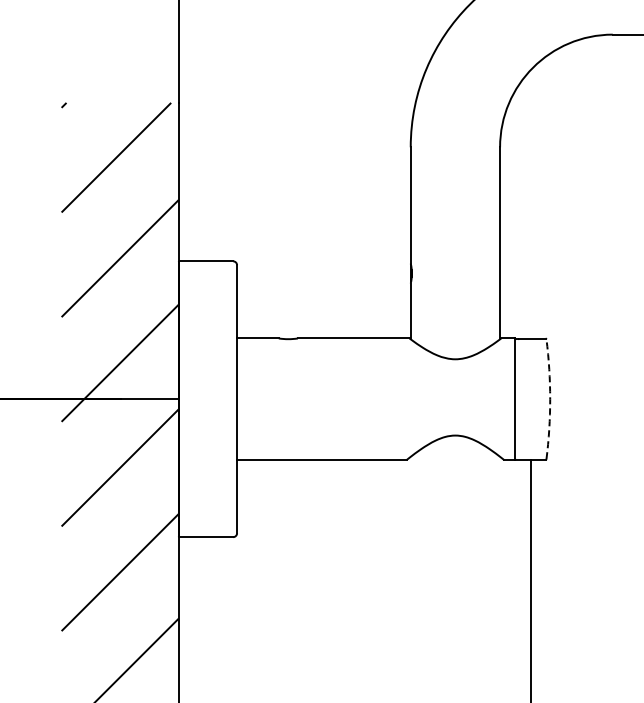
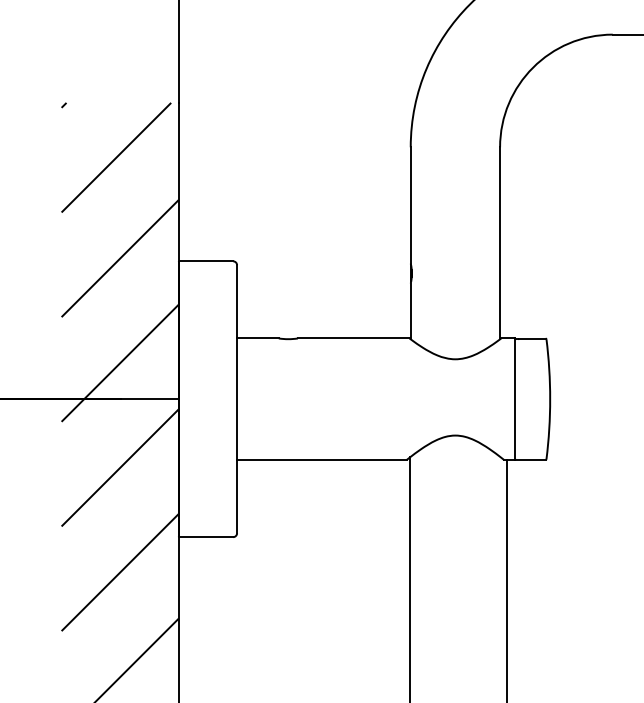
arc at (550, 399): dashed -> solid
line at (409, 578): none -> present
line at (531, 579) position: (531, 579) -> (507, 579)
